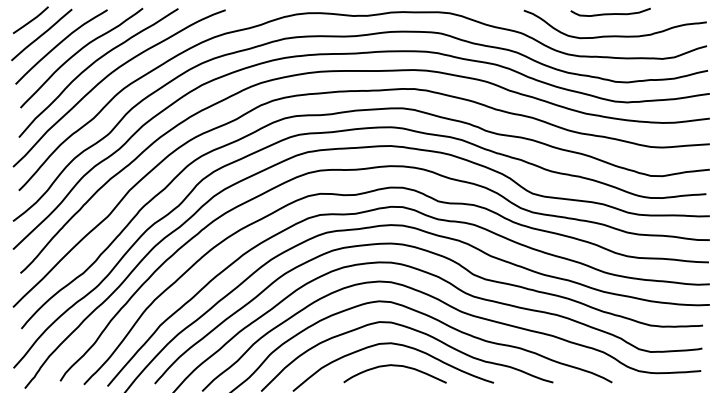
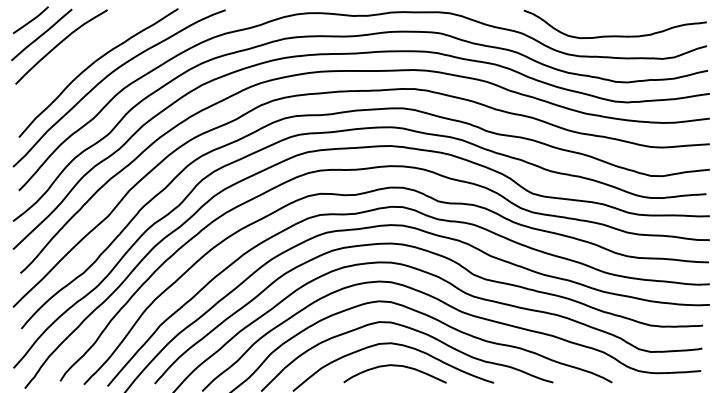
curve at (610, 13): present -> none
curve at (77, 53): present -> none
